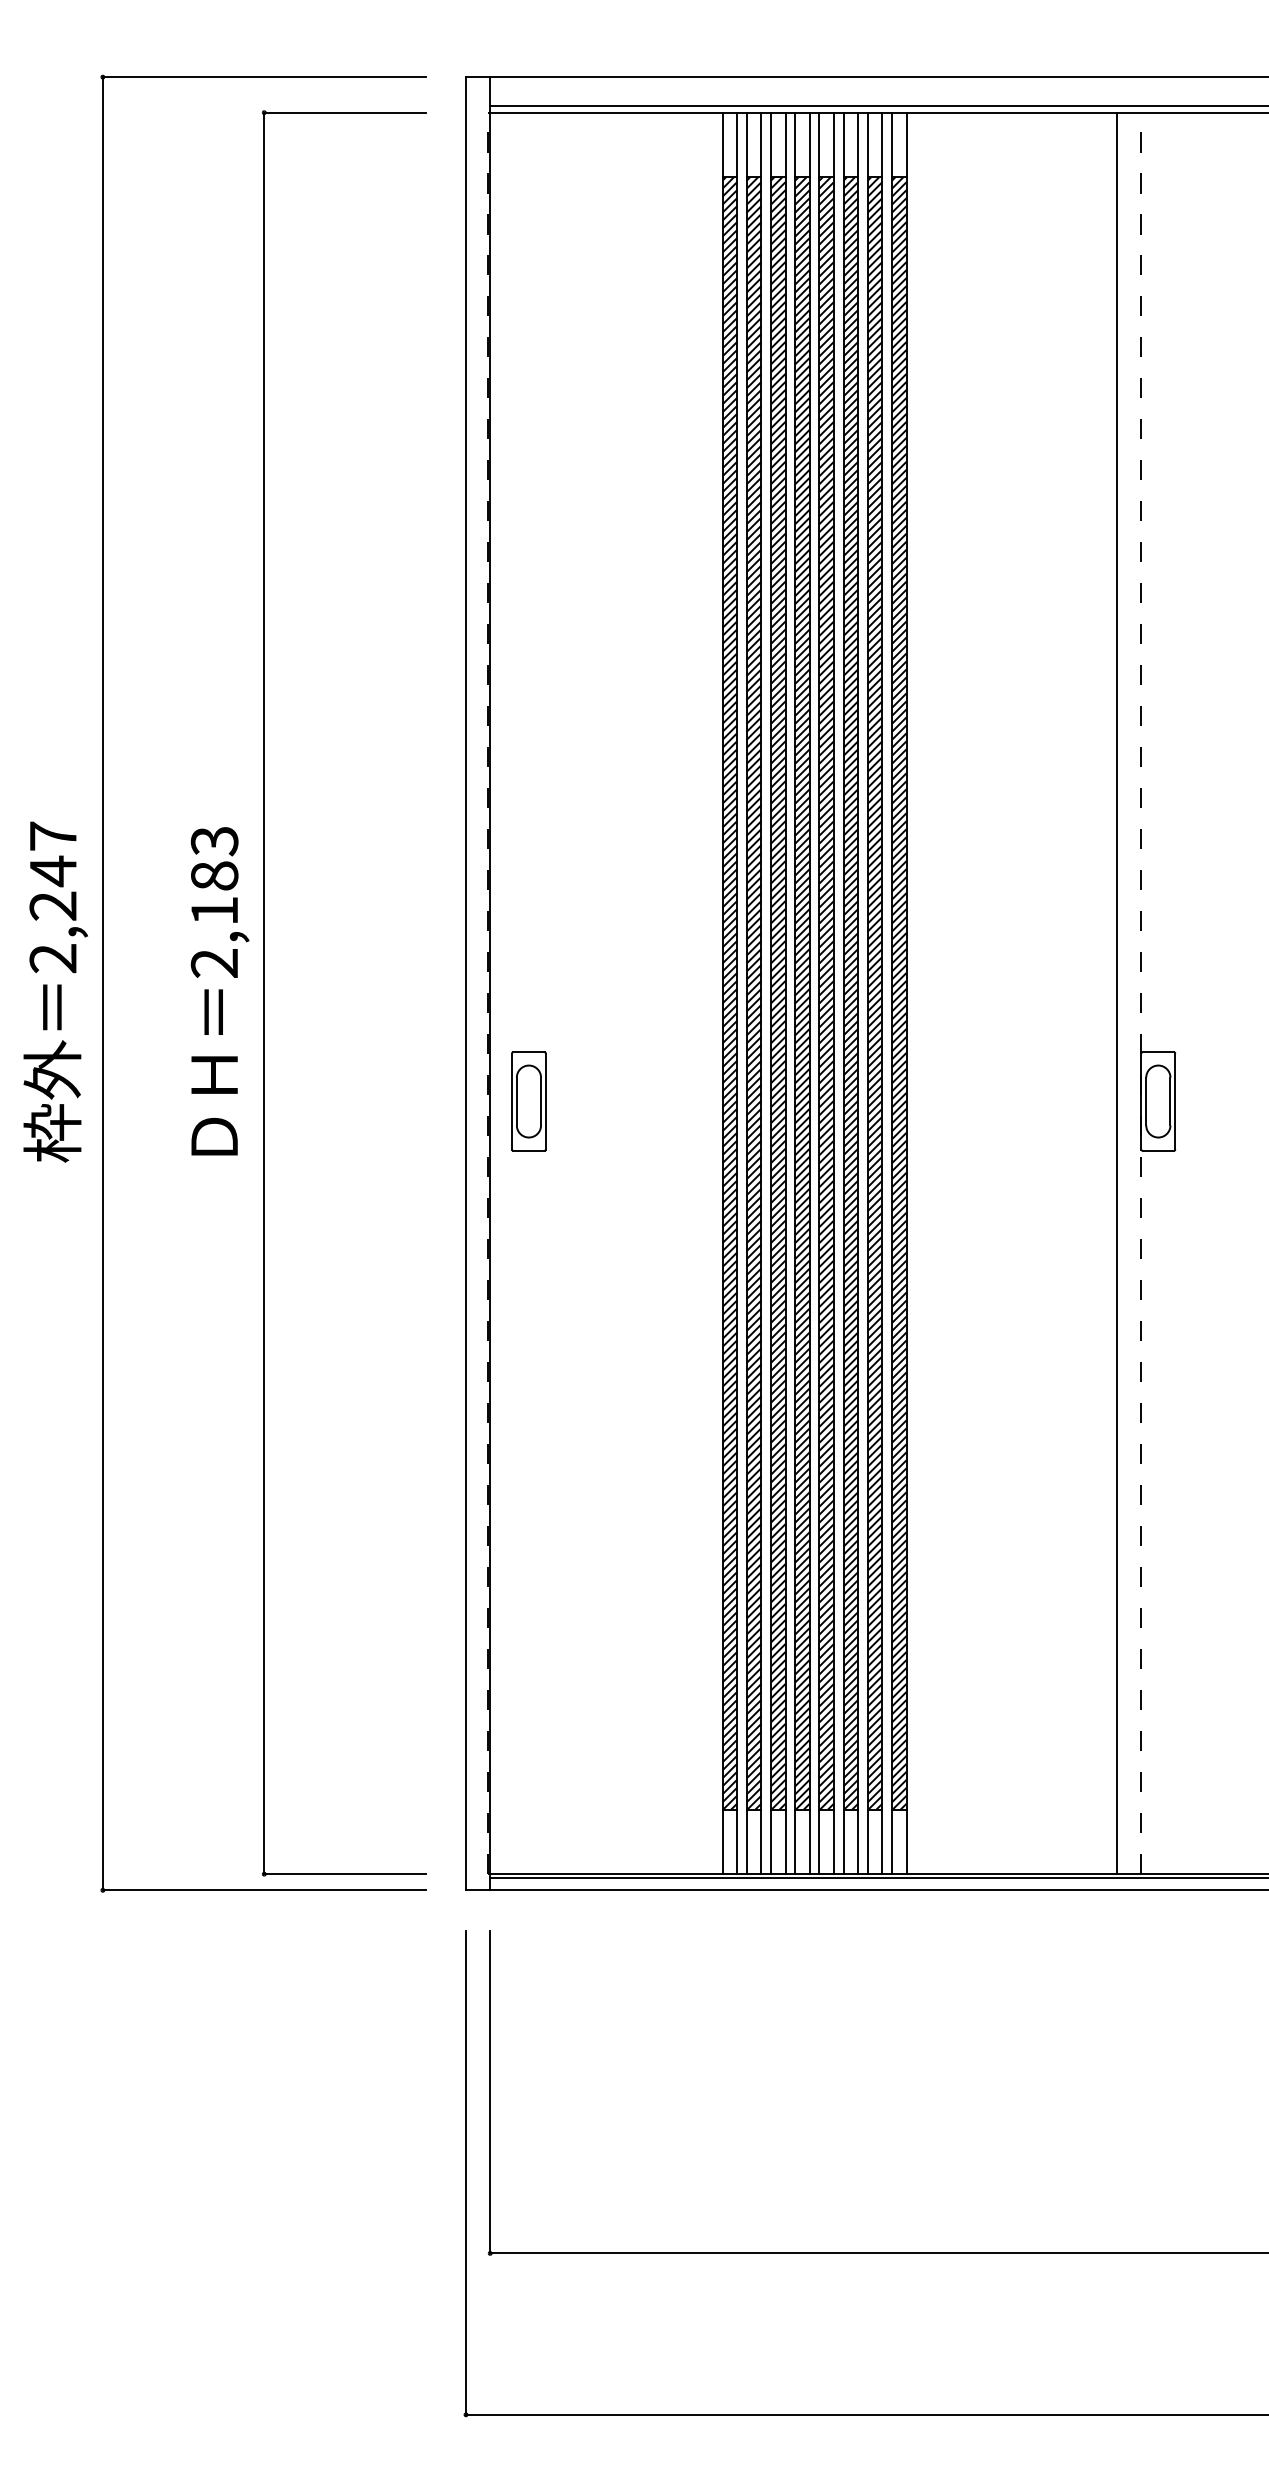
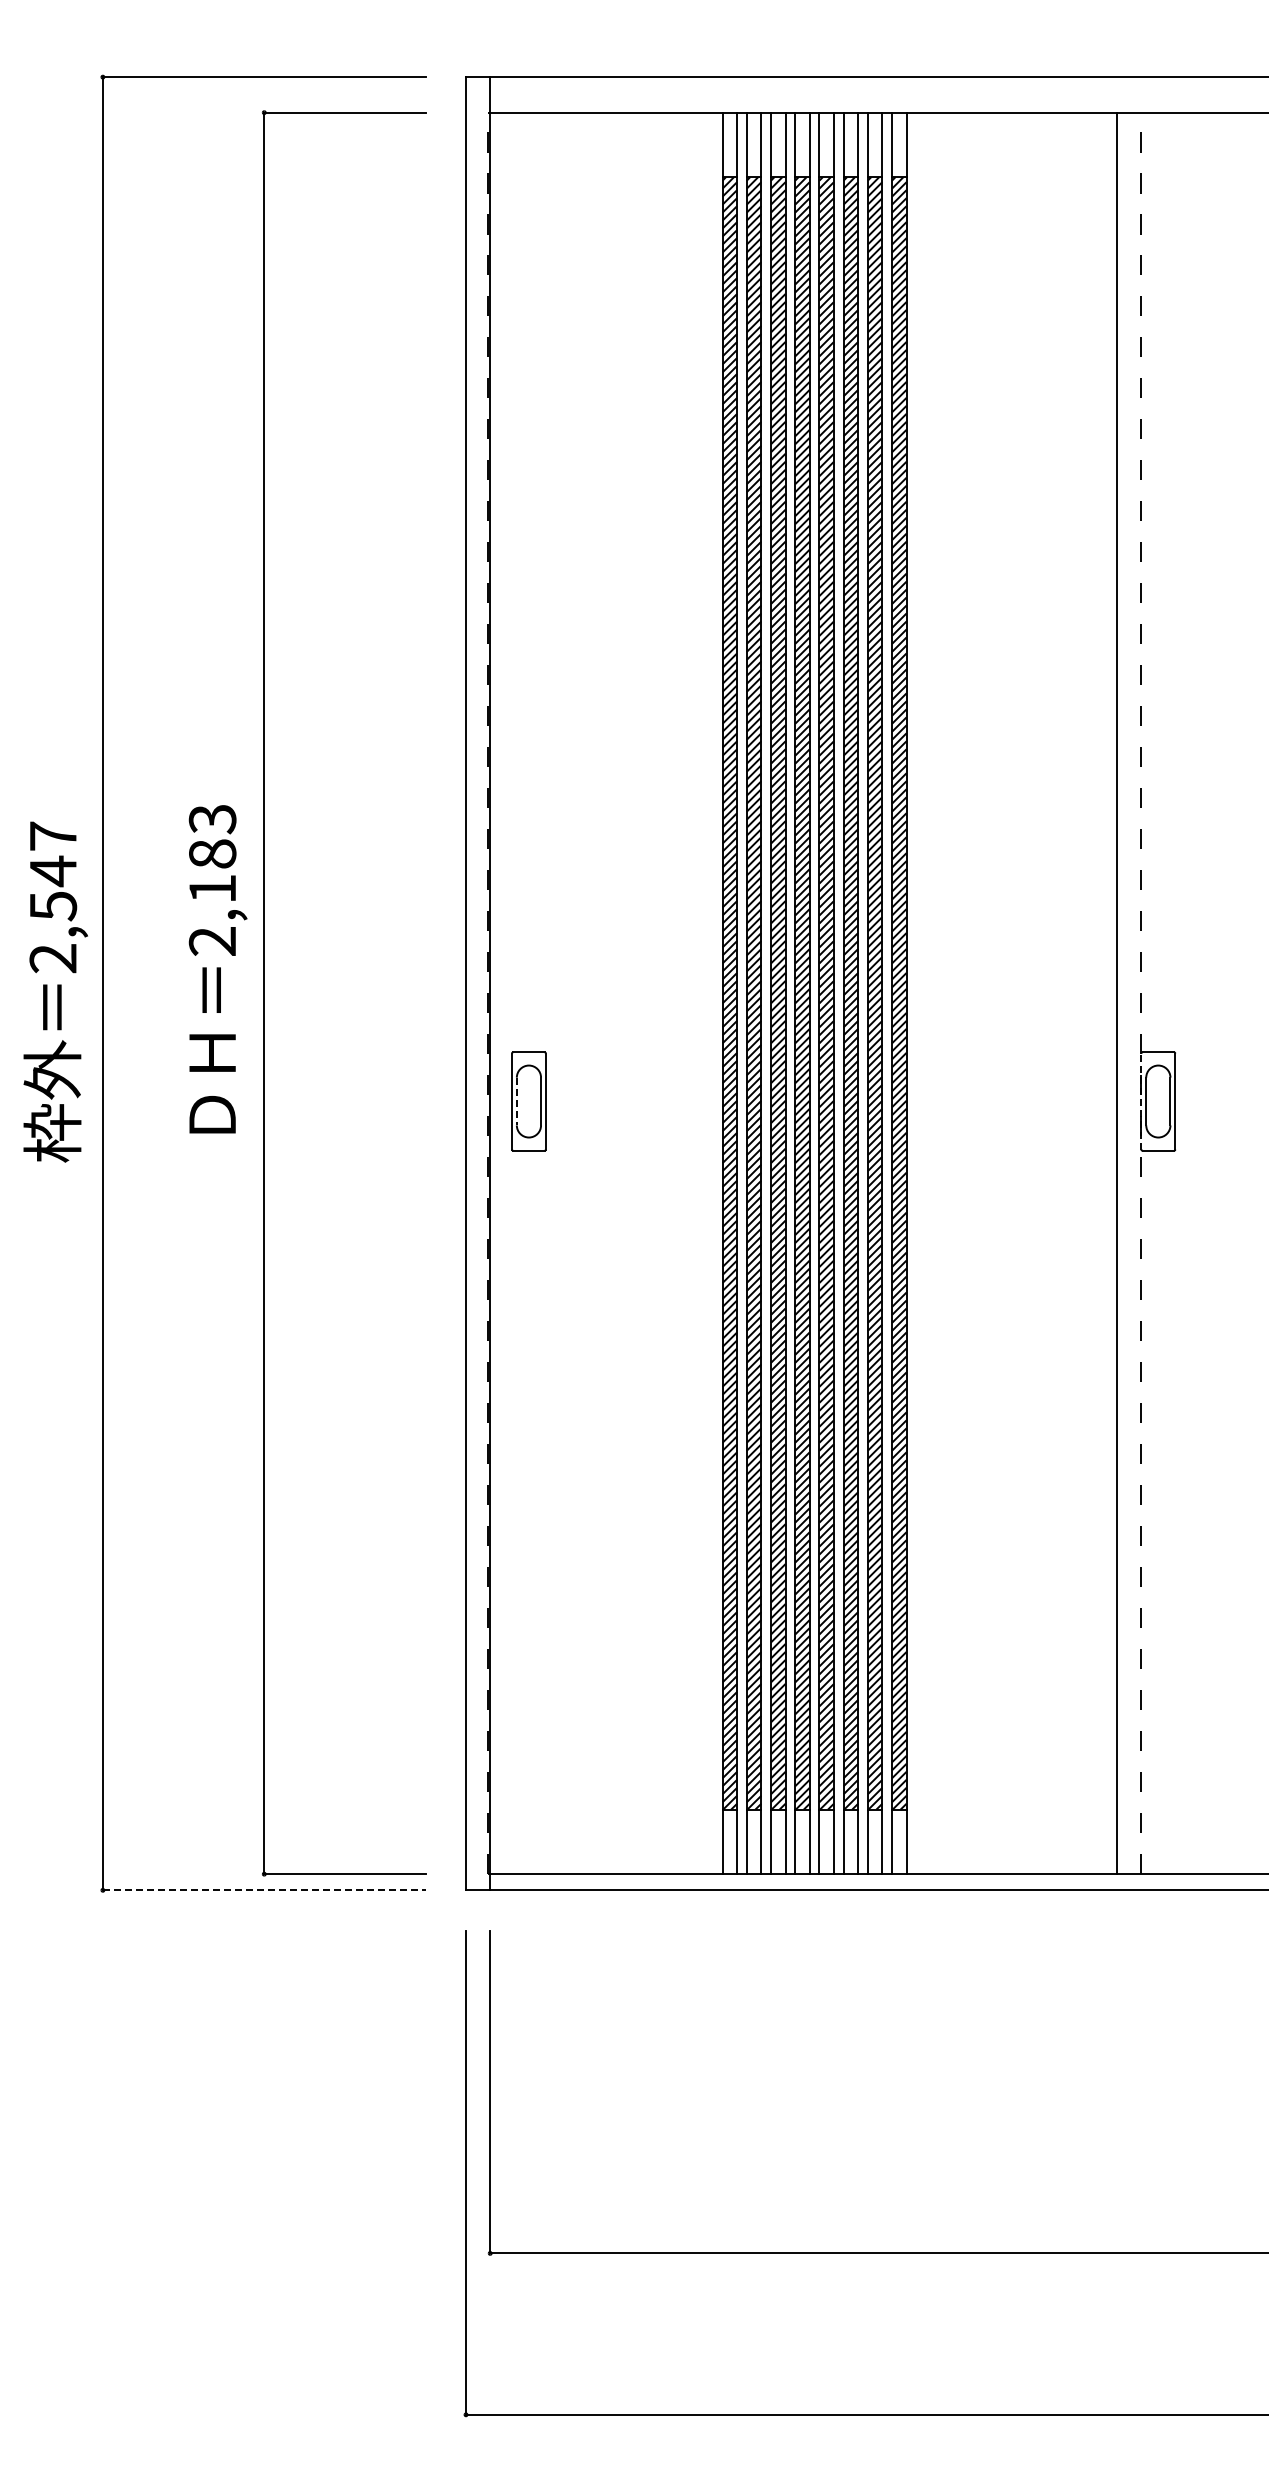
line at (877, 106): present -> none
text at (53, 906): 2,247 -> 2,547
text at (219, 991) position: (219, 991) -> (217, 969)
line at (516, 1101): solid -> dashed
line at (1141, 1101): solid -> dashed
line at (877, 1878): present -> none
line at (264, 1890): solid -> dashed
